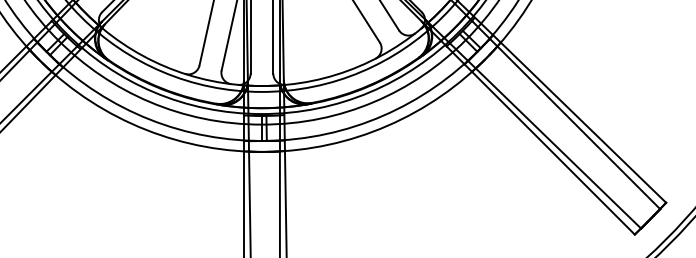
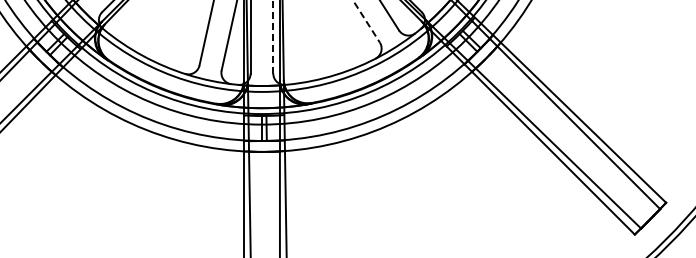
line at (366, 21): solid -> dashed
line at (273, 36): solid -> dashed
